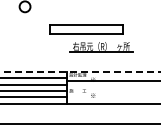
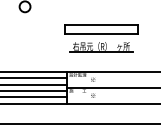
part at (86, 29) position: (86, 29) -> (101, 29)
line at (80, 71): dashed -> solid
line at (112, 80) position: (112, 80) -> (112, 87)
